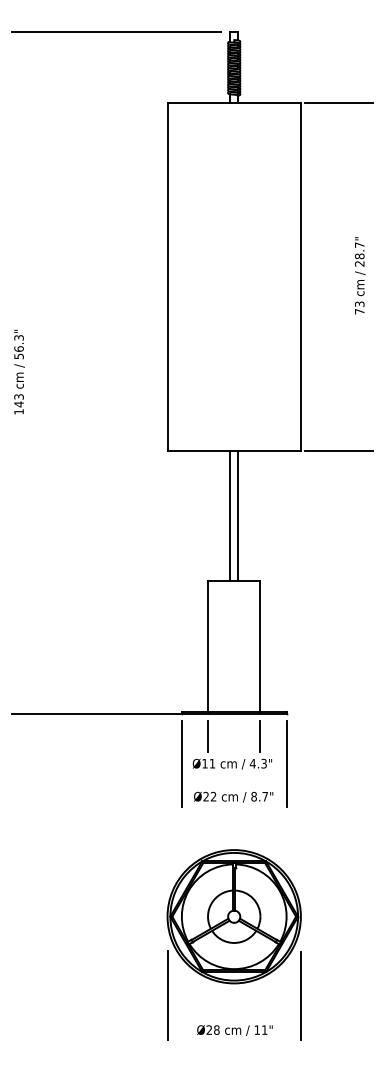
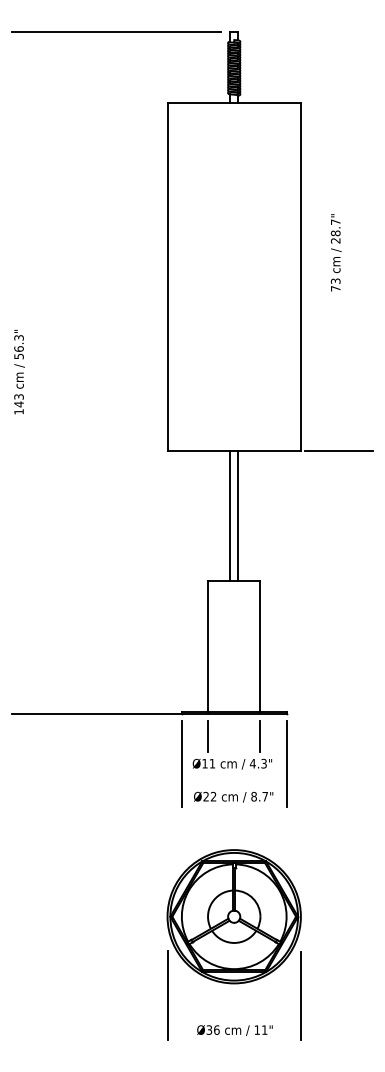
line at (338, 102): present -> none
text at (359, 275) position: (359, 275) -> (335, 252)
text at (212, 1029): Ø28 -> Ø36
